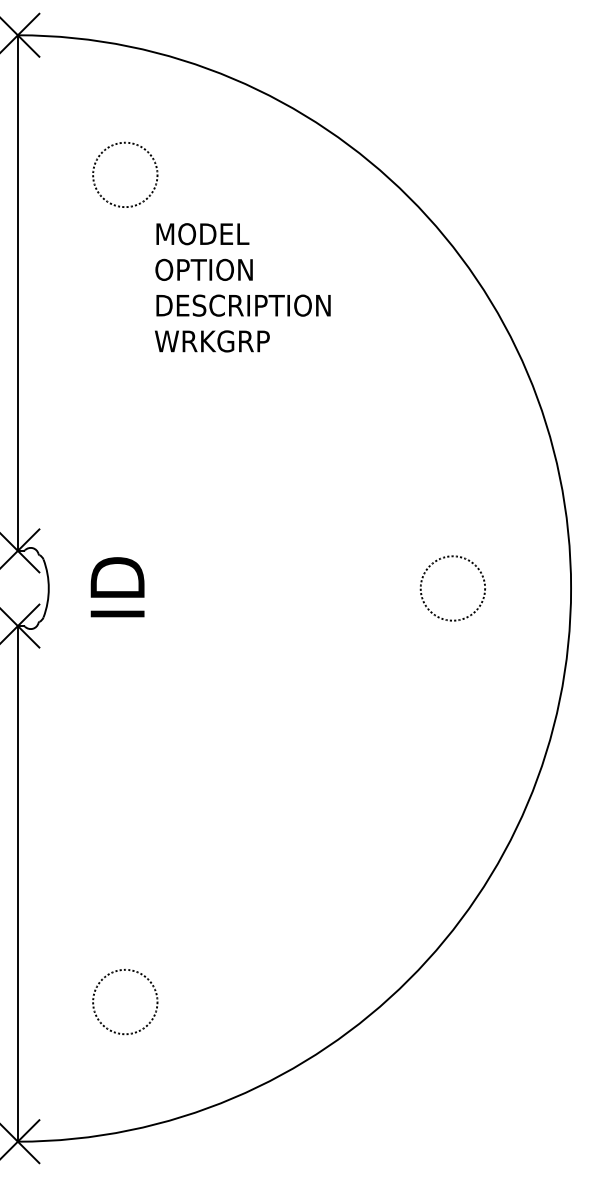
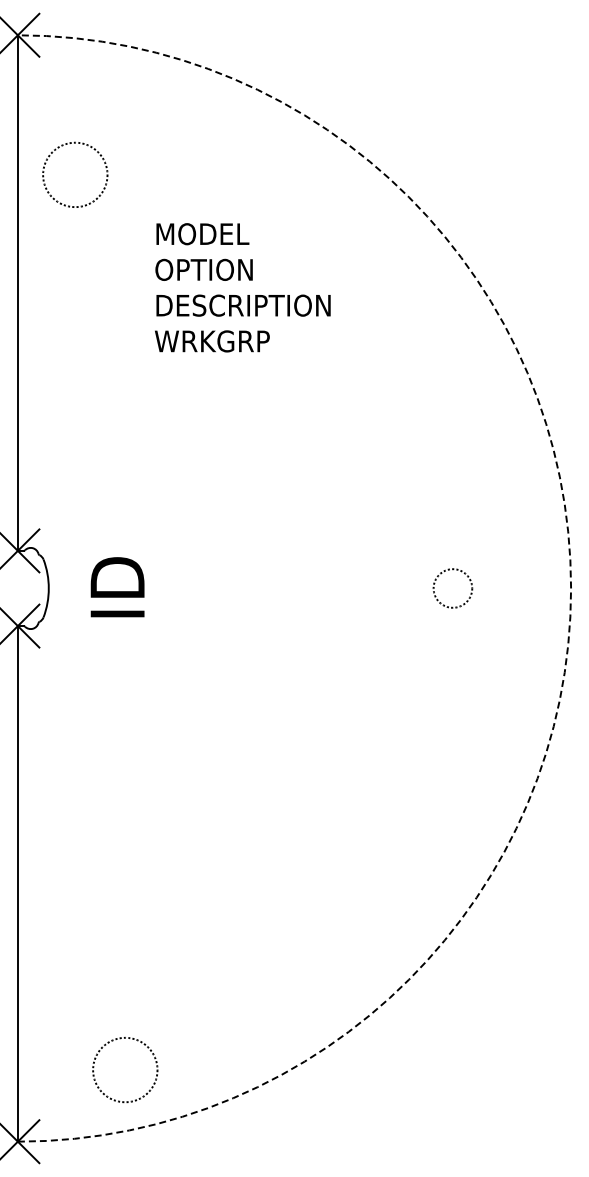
circle at (125, 174) position: (125, 174) -> (75, 174)
circle at (452, 588) diameter: 64 px -> 39 px
arc at (571, 588): solid -> dashed
circle at (125, 1002) position: (125, 1002) -> (125, 1070)
